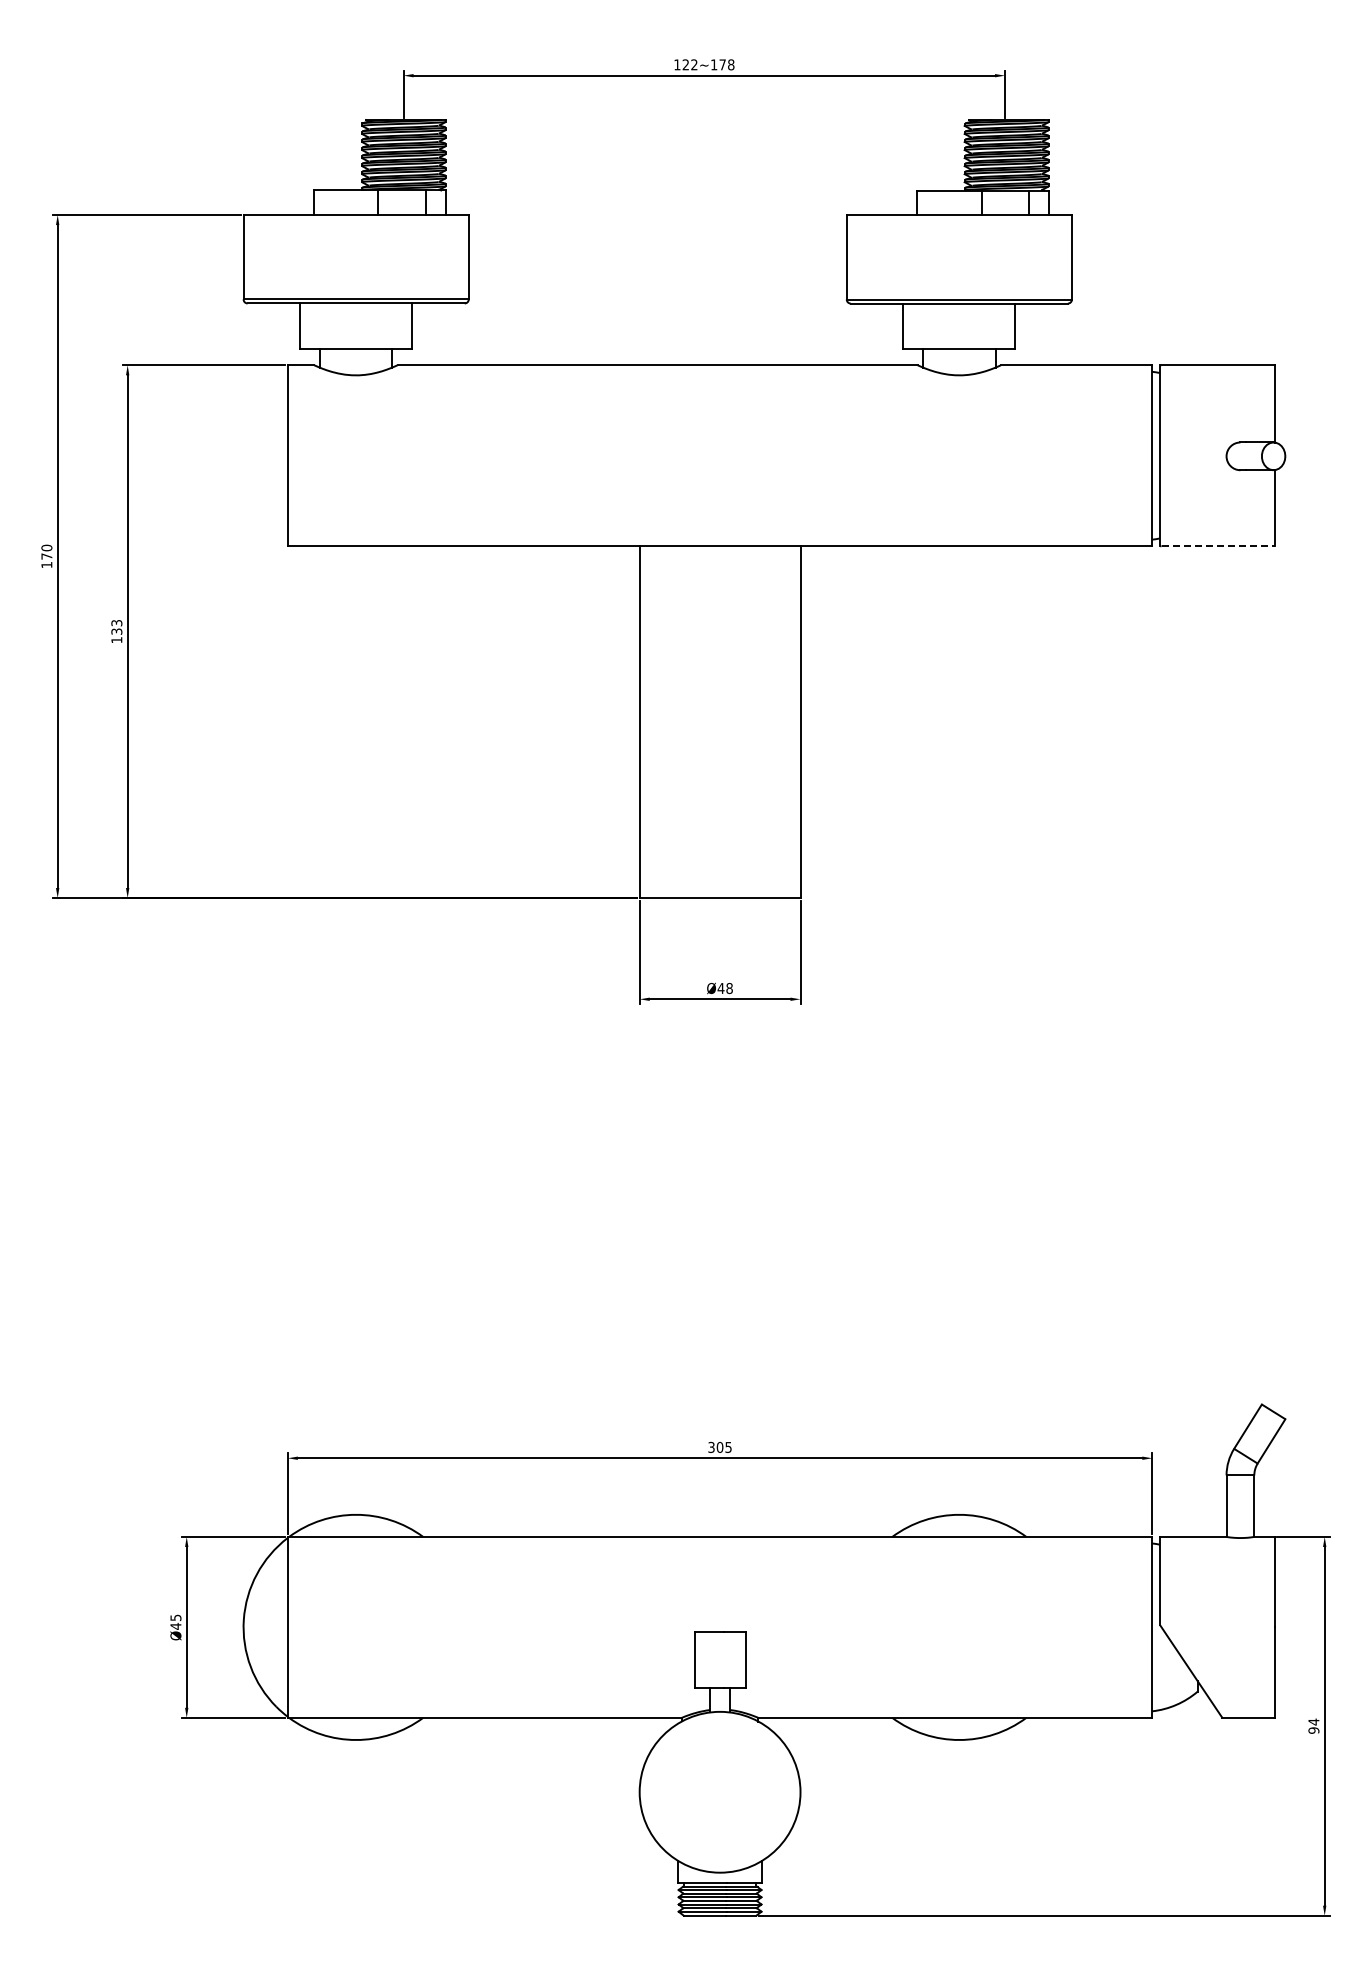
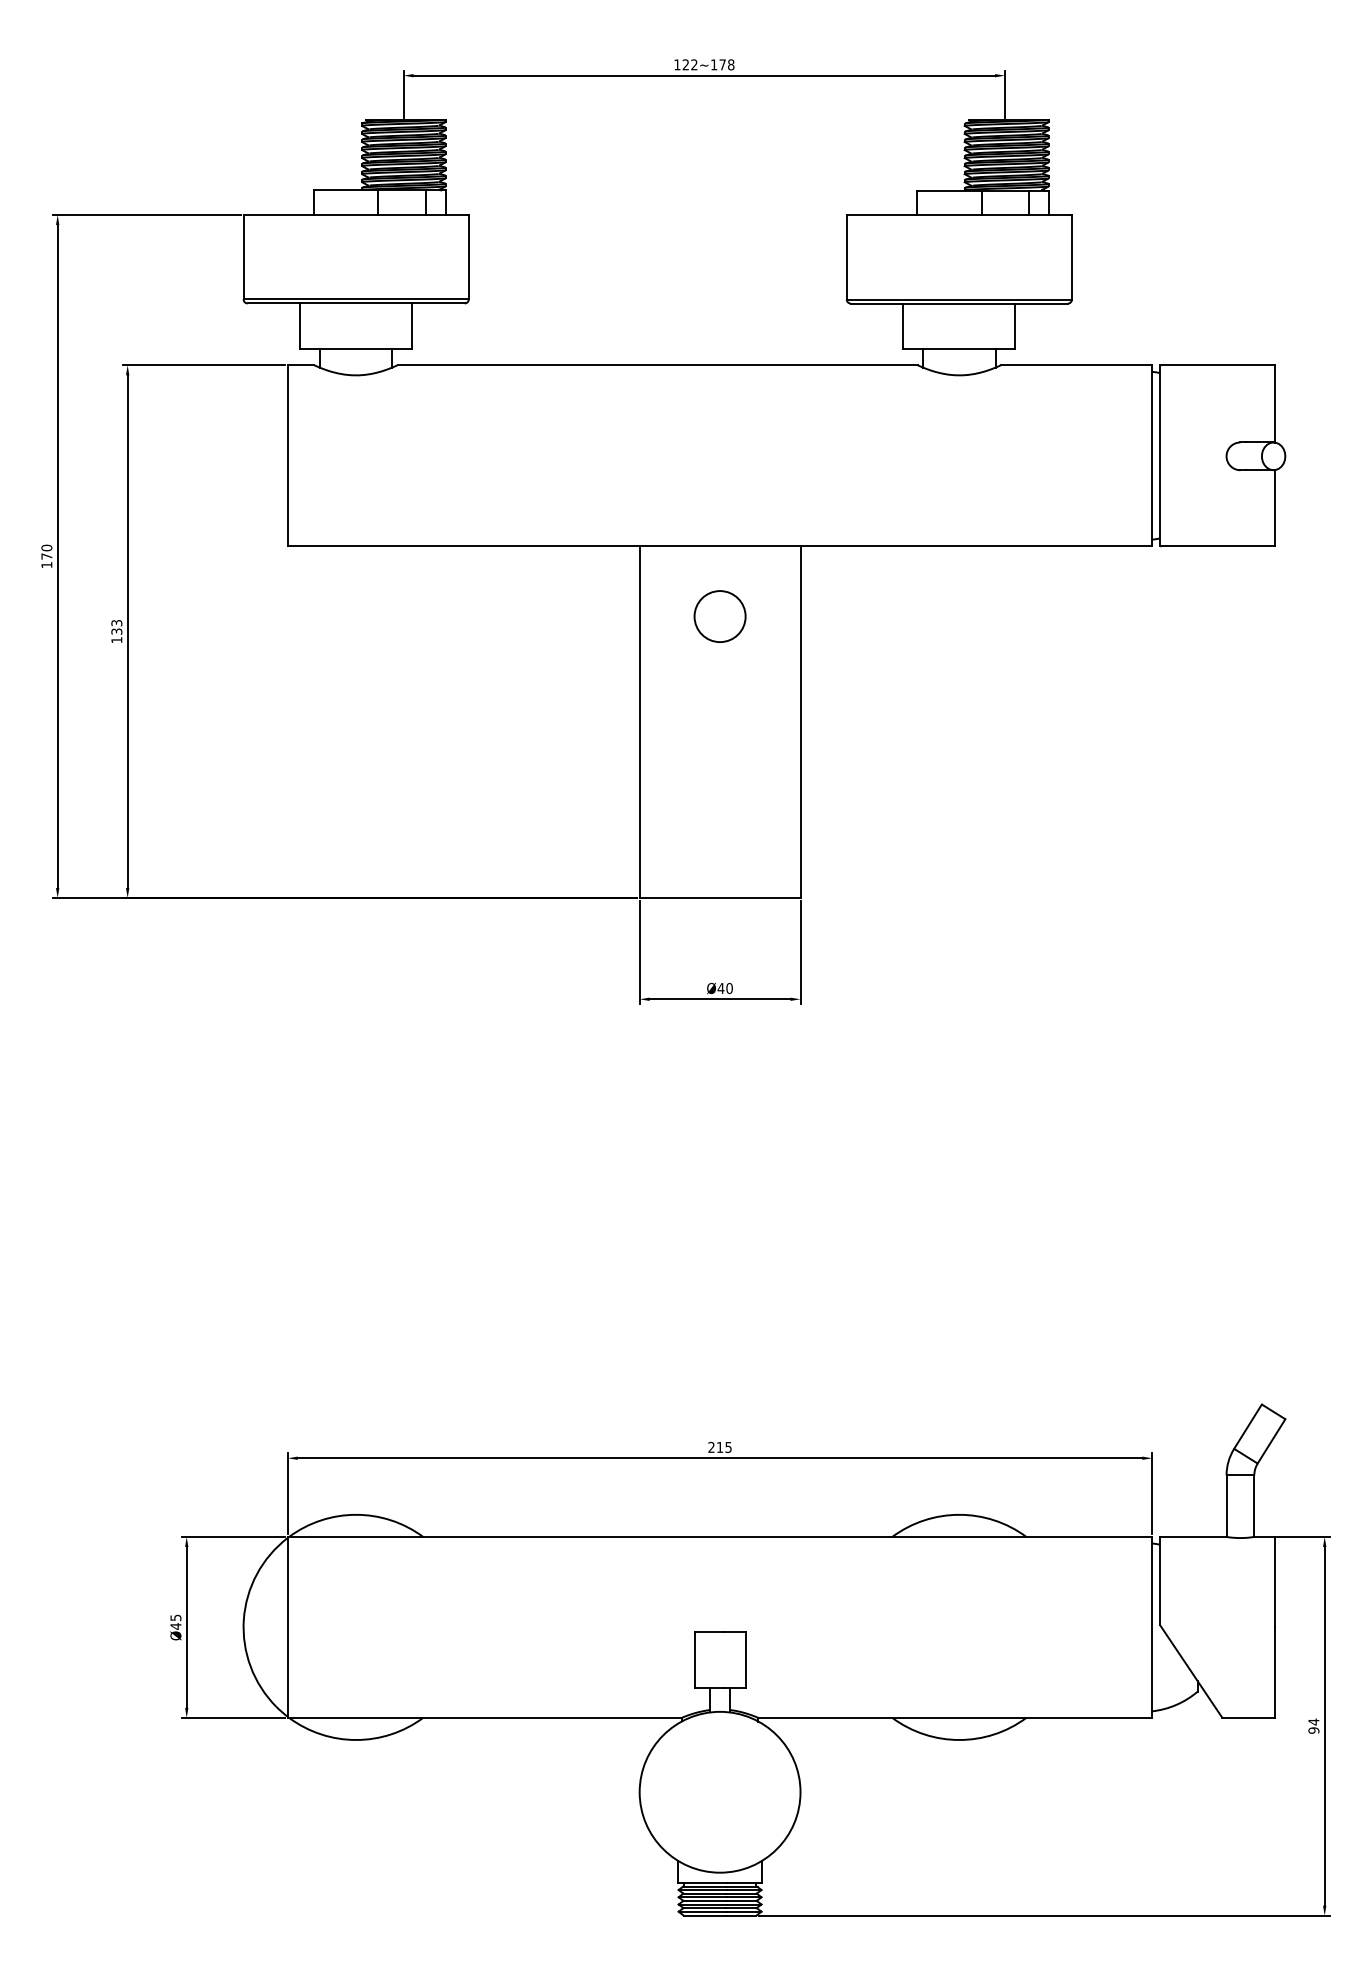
line at (1218, 546): dashed -> solid
circle at (719, 616): none -> present
text at (729, 988): Ø48 -> Ø40
text at (715, 1446): 305 -> 215
